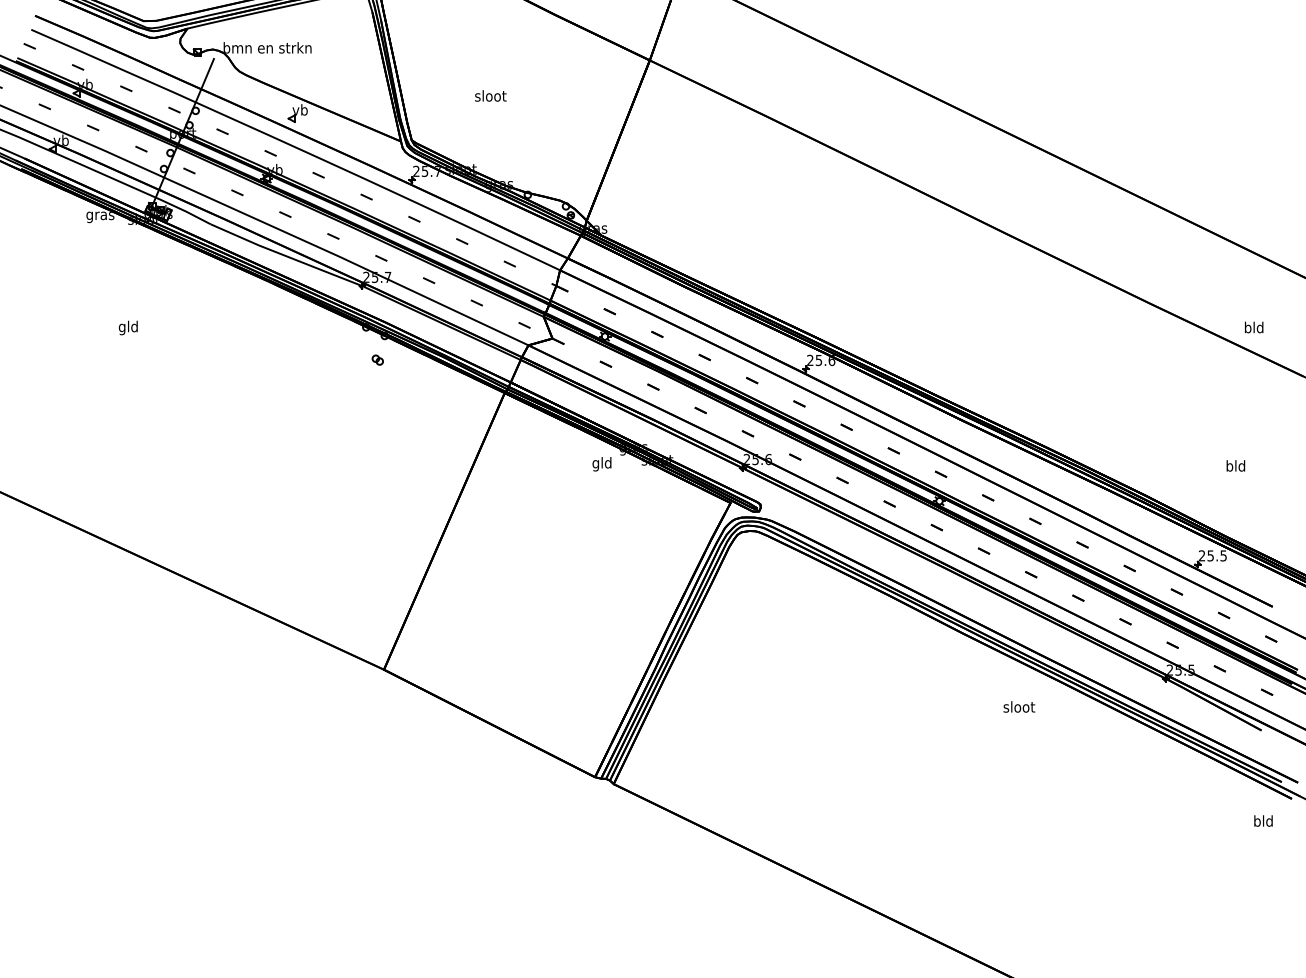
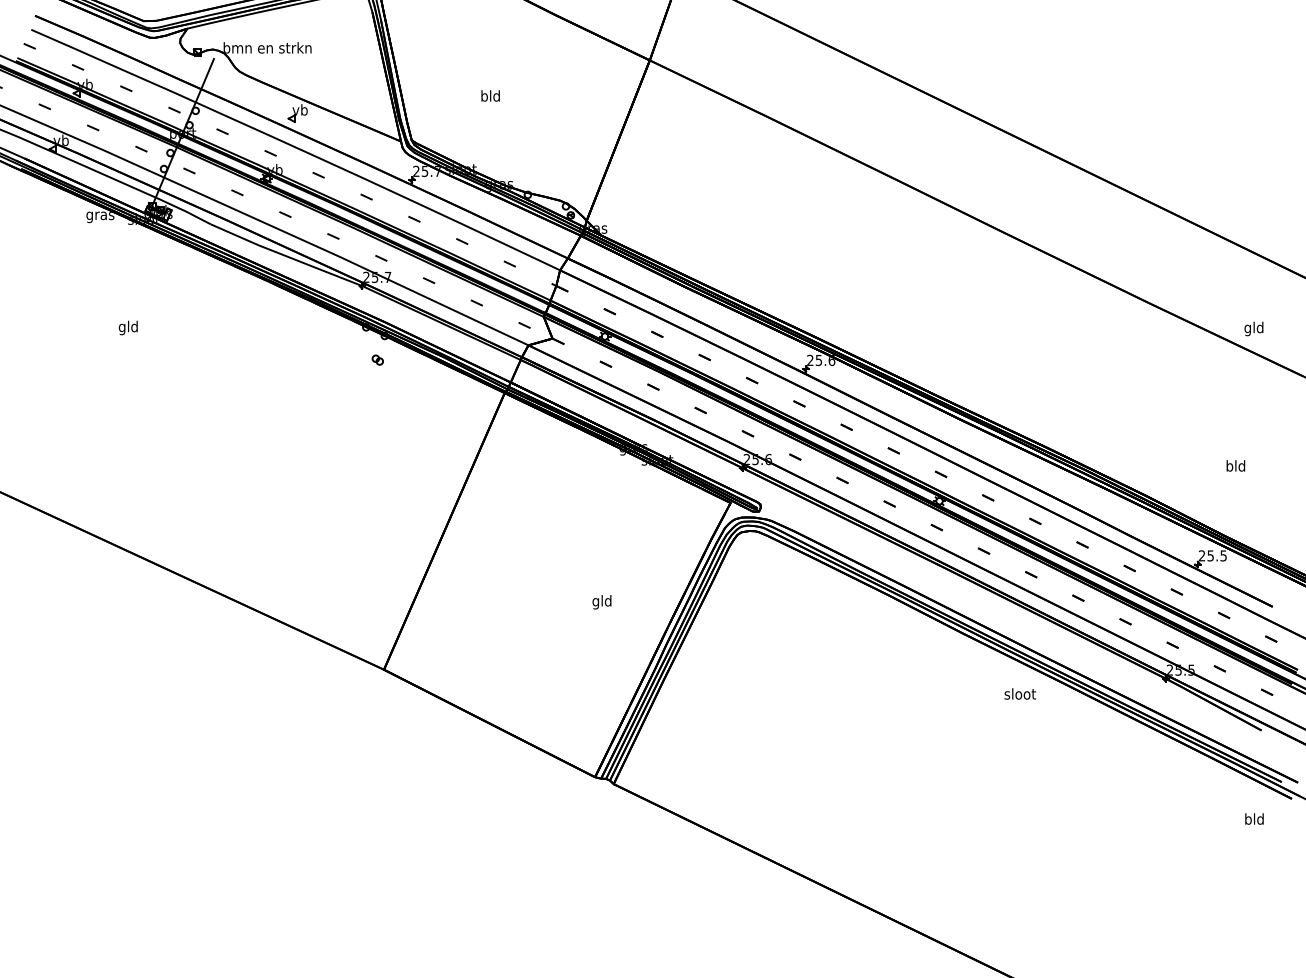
text at (490, 95): sloot -> bld
text at (1247, 328): bld -> gld
text at (601, 464) position: (601, 464) -> (601, 602)
text at (1019, 706) position: (1019, 706) -> (1020, 693)
text at (1263, 820) position: (1263, 820) -> (1254, 818)
